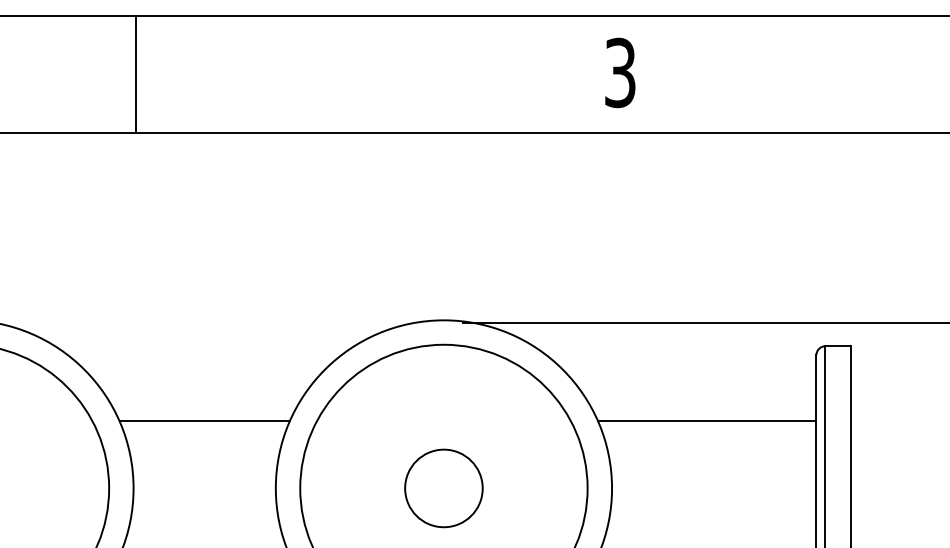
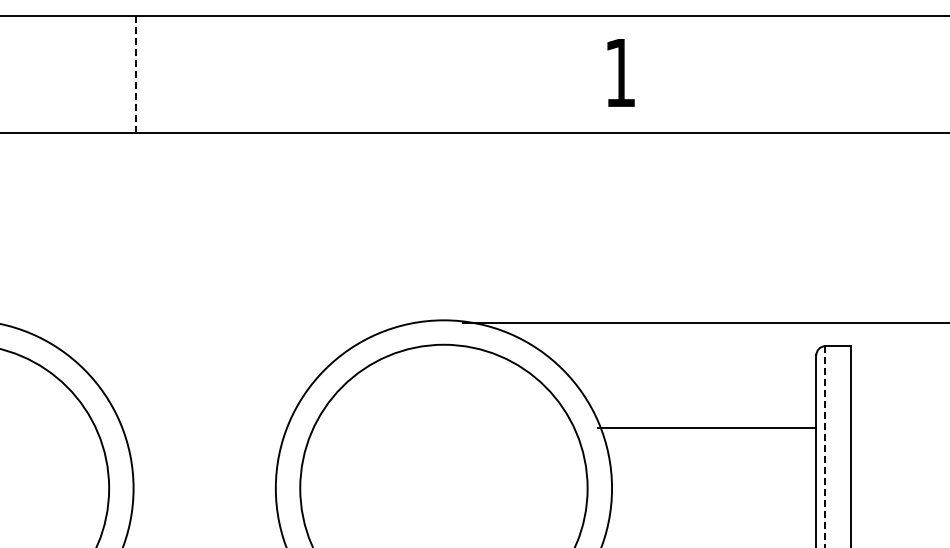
text at (620, 72): 3 -> 1
line at (136, 73): solid -> dashed
line at (204, 421): present -> none
line at (707, 421) position: (707, 421) -> (707, 428)
line at (825, 447): solid -> dashed
circle at (443, 488): present -> none
